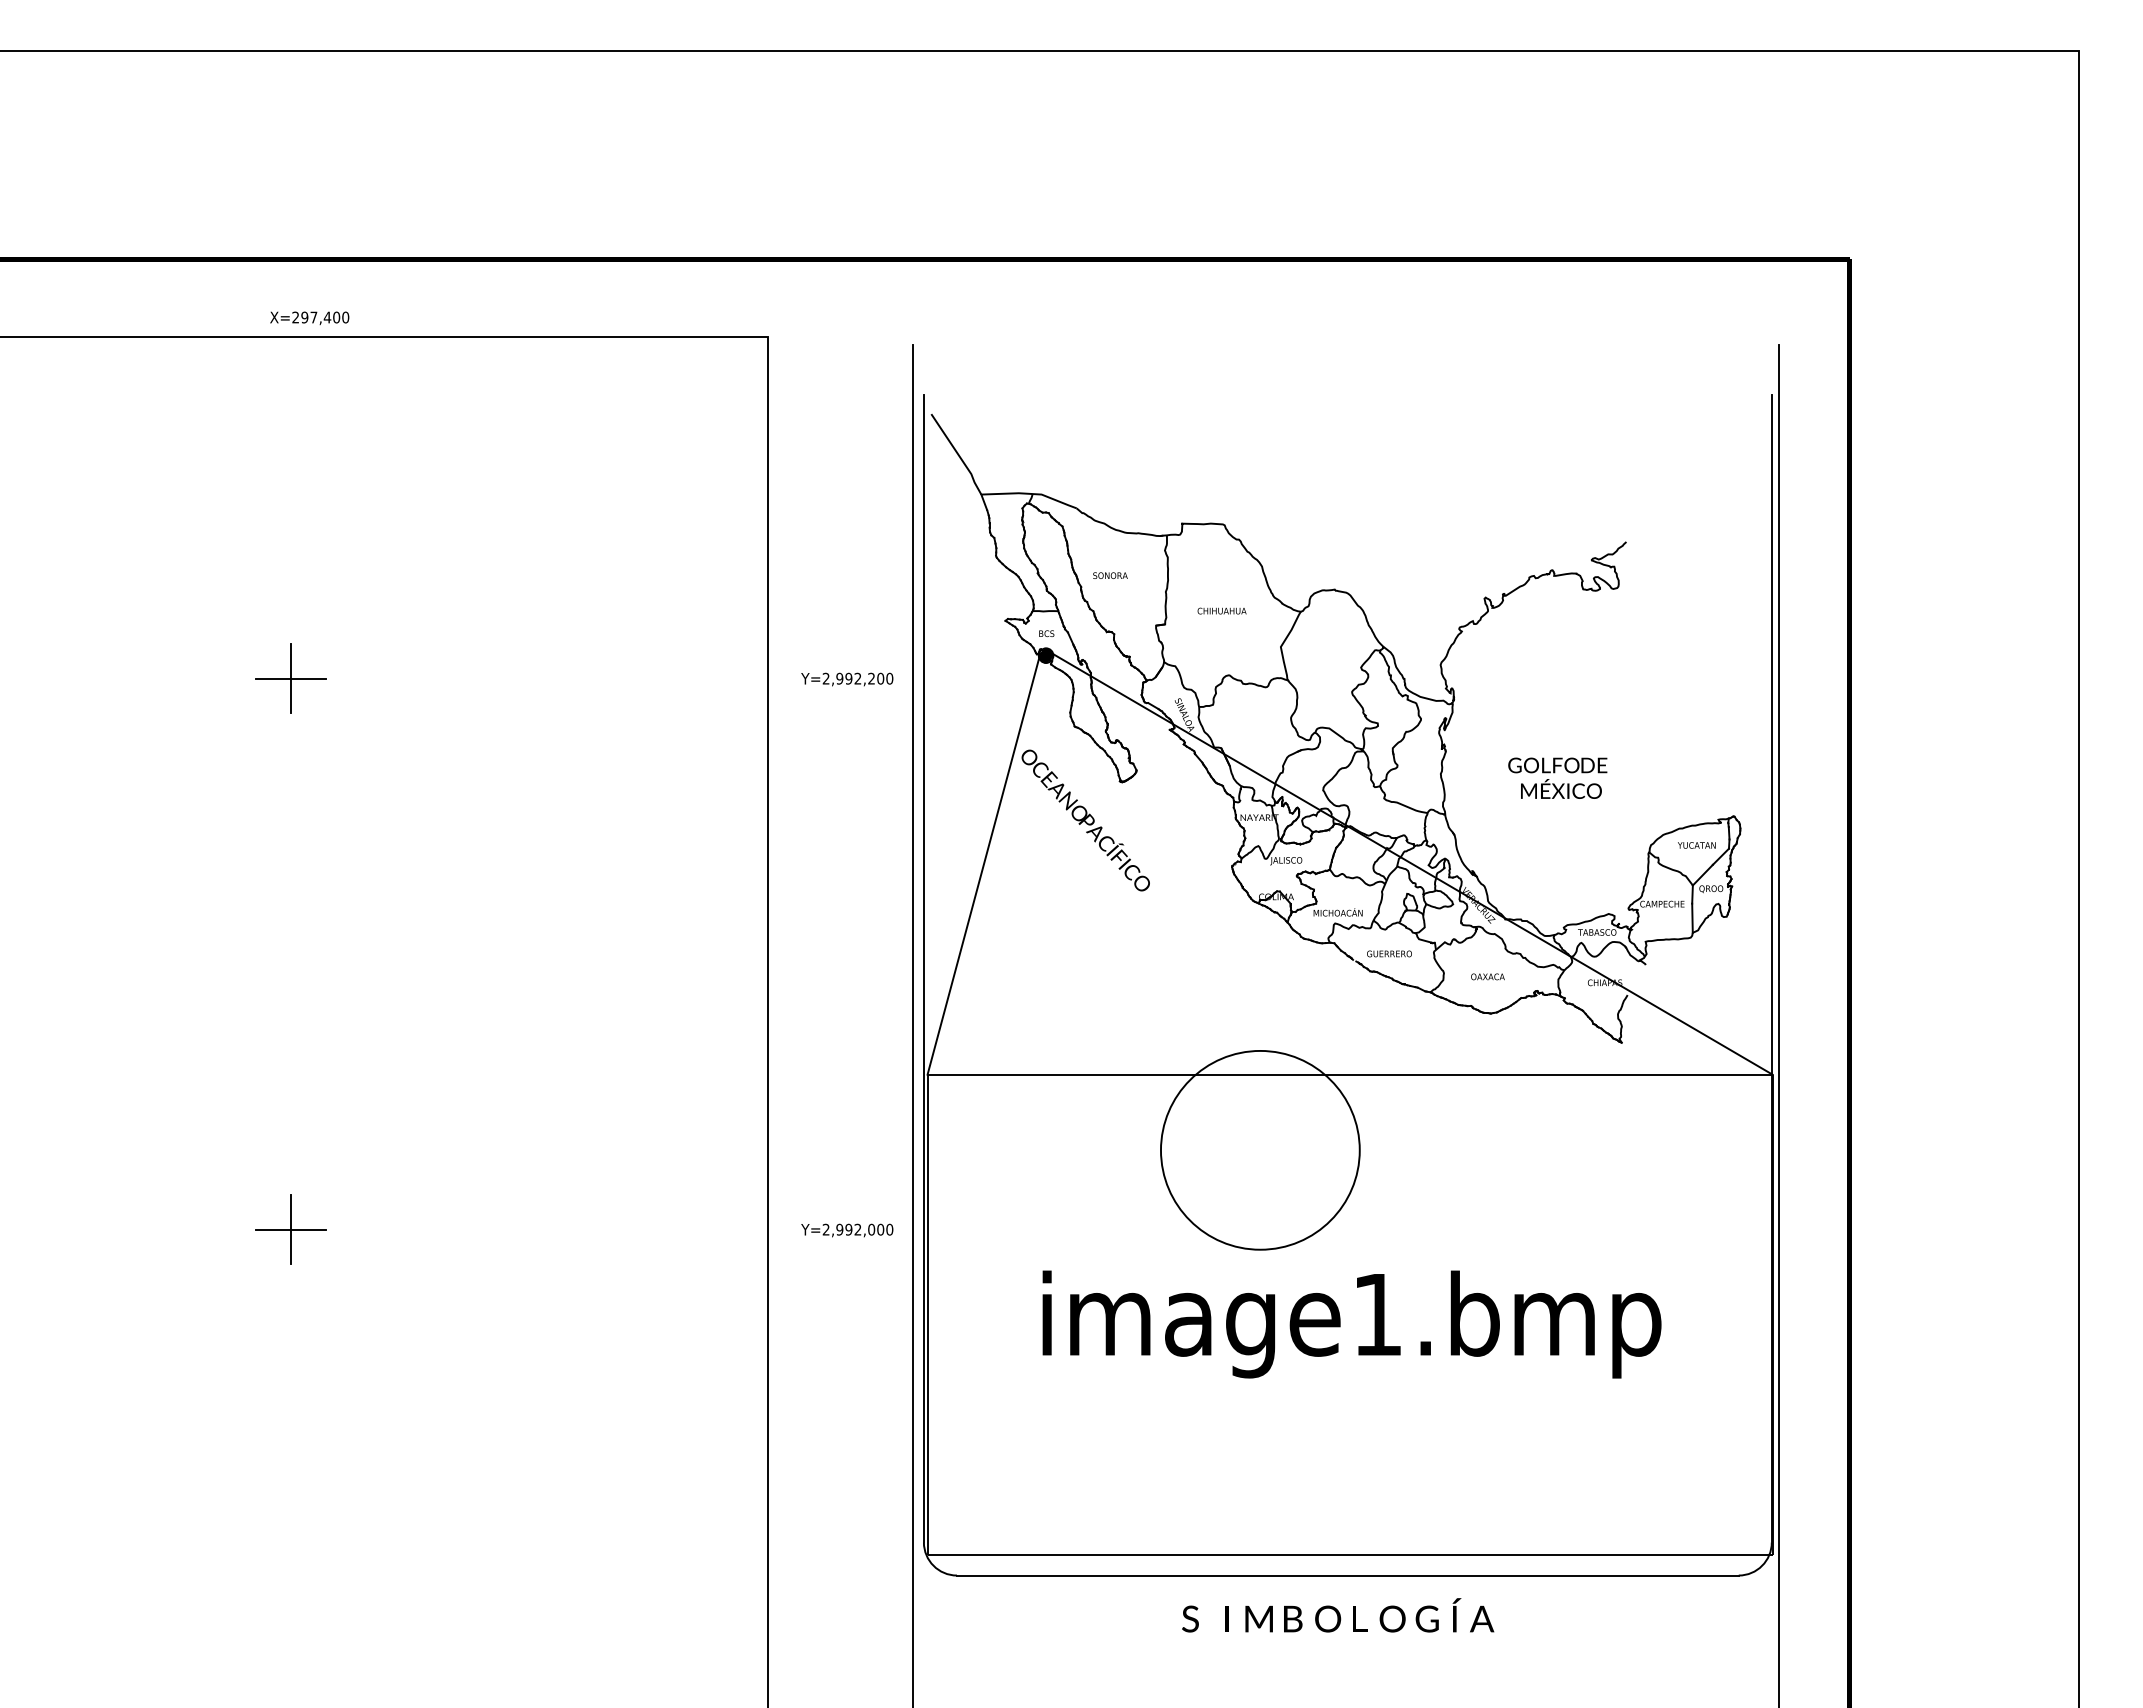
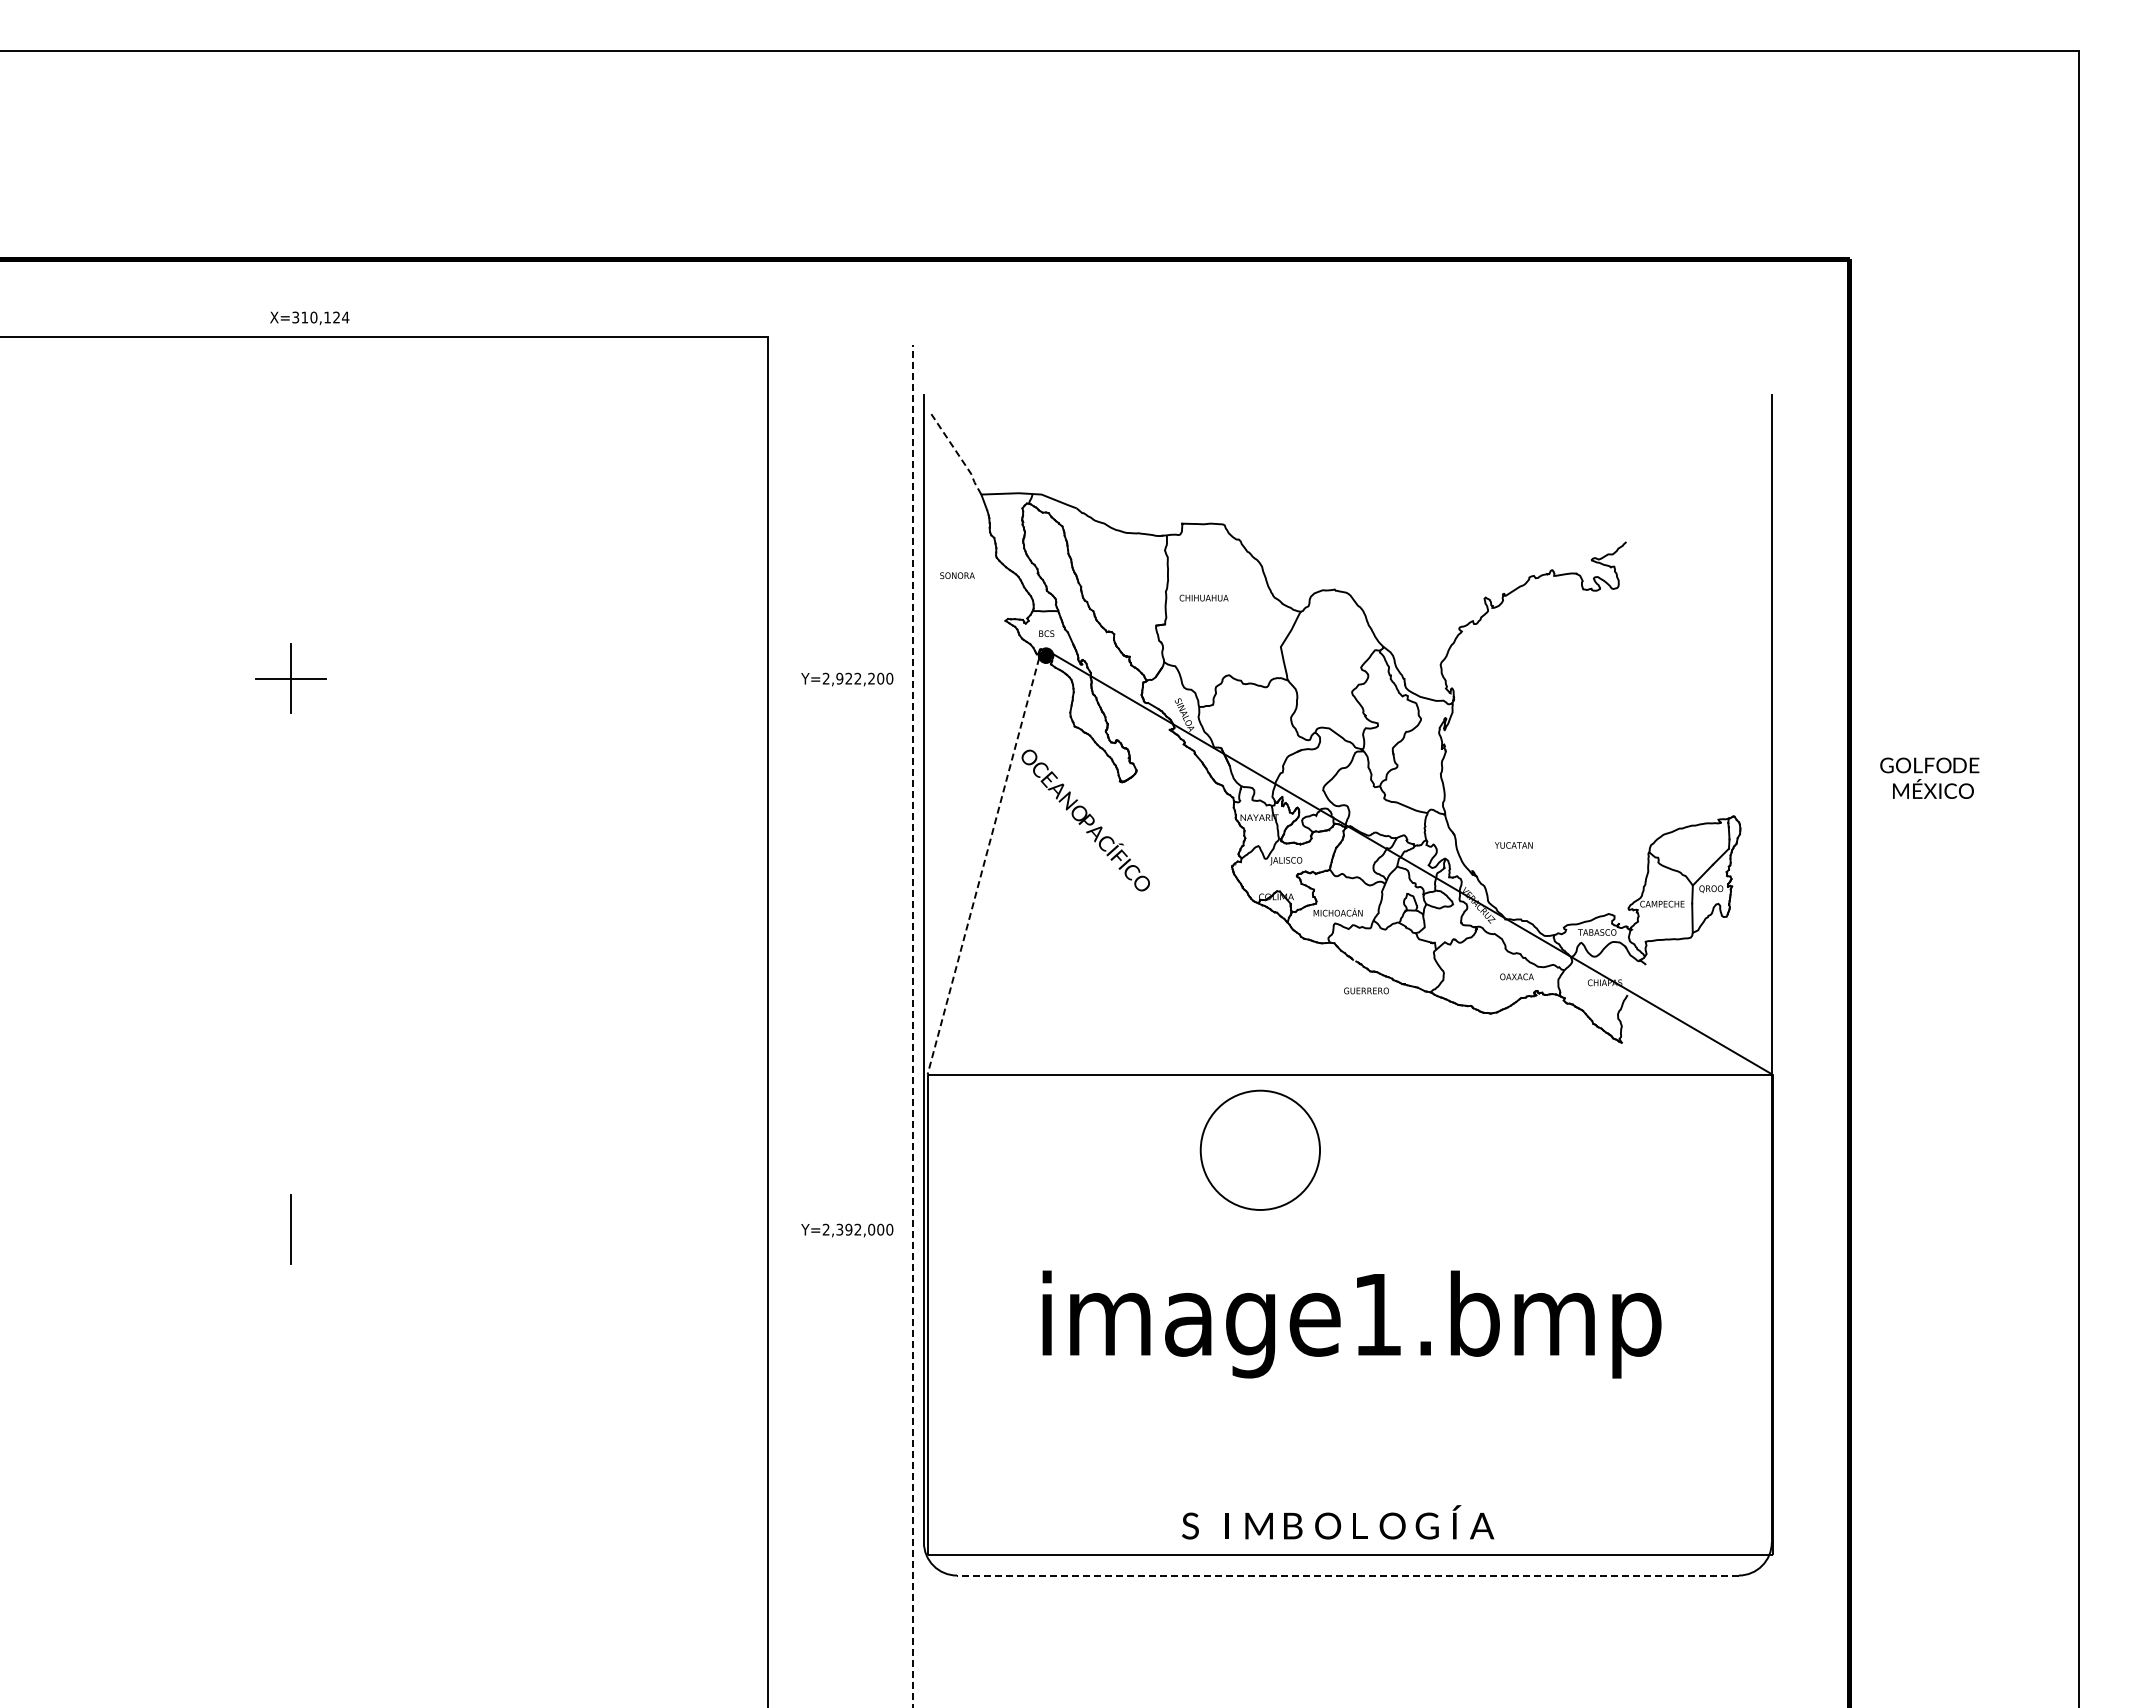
text at (320, 317): X=297,400 -> X=310,124
line at (958, 454): solid -> dashed
text at (1110, 575) position: (1110, 575) -> (957, 575)
text at (1221, 610) position: (1221, 610) -> (1203, 597)
text at (848, 678): Y=2,992,200 -> Y=2,922,200
text at (1557, 777) position: (1557, 777) -> (1929, 777)
text at (1696, 845) position: (1696, 845) -> (1513, 845)
line at (983, 866): solid -> dashed
text at (1389, 953) position: (1389, 953) -> (1366, 990)
text at (1487, 976) position: (1487, 976) -> (1516, 976)
line at (1779, 1024): present -> none
line at (913, 1026): solid -> dashed
circle at (1259, 1149) diameter: 199 px -> 119 px
line at (290, 1229): present -> none
text at (839, 1229): Y=2,992,000 -> Y=2,392,000
line at (1347, 1575): solid -> dashed
text at (1338, 1615) position: (1338, 1615) -> (1338, 1522)
